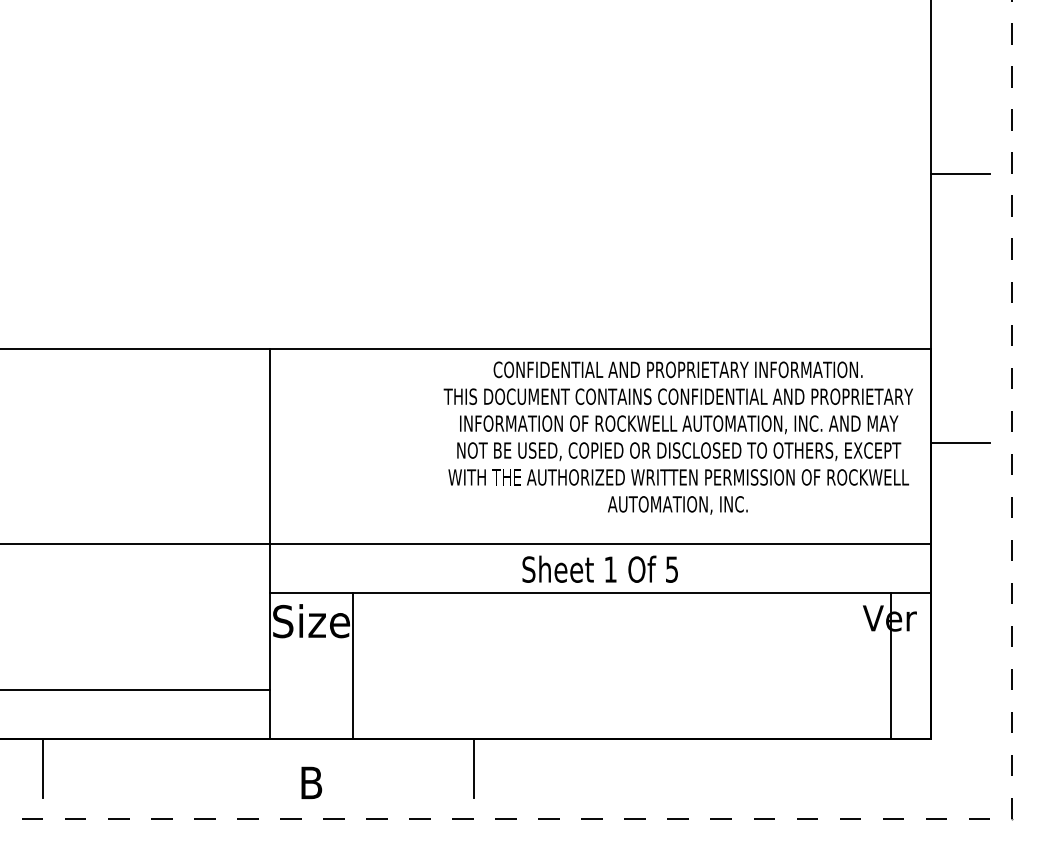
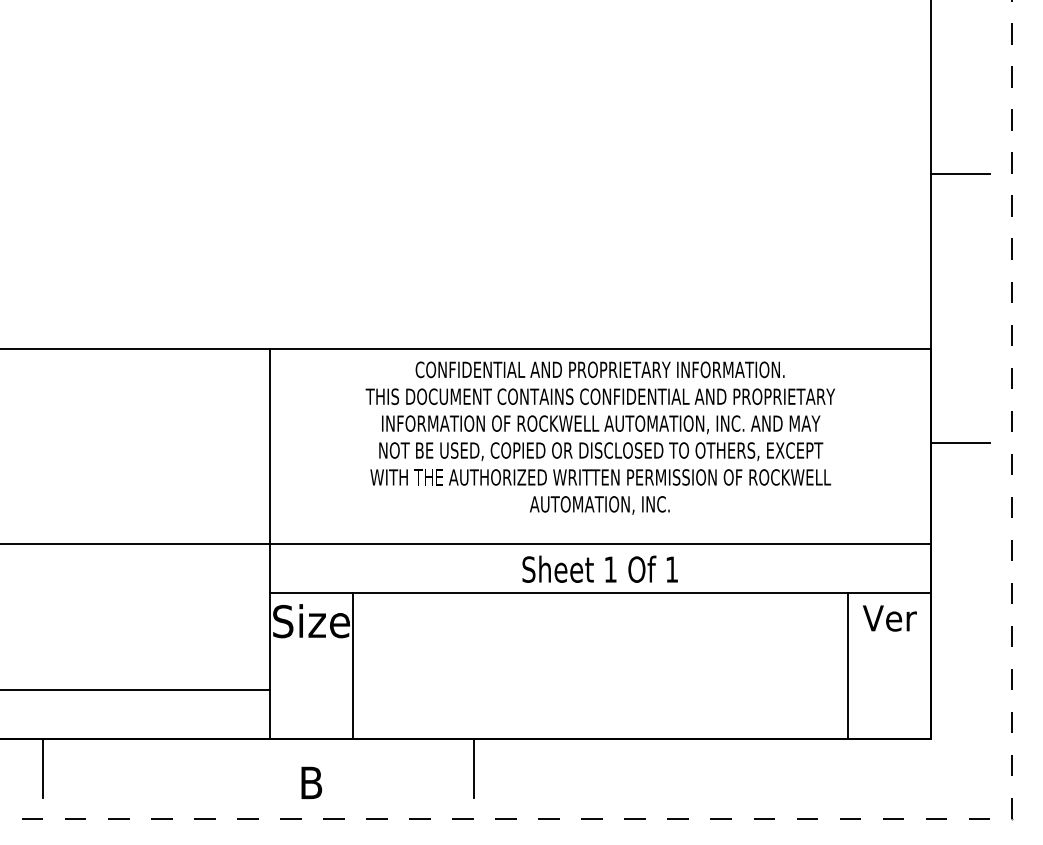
text at (677, 437) position: (677, 437) -> (599, 437)
text at (671, 569): 5 -> 1
line at (891, 665) position: (891, 665) -> (848, 665)
